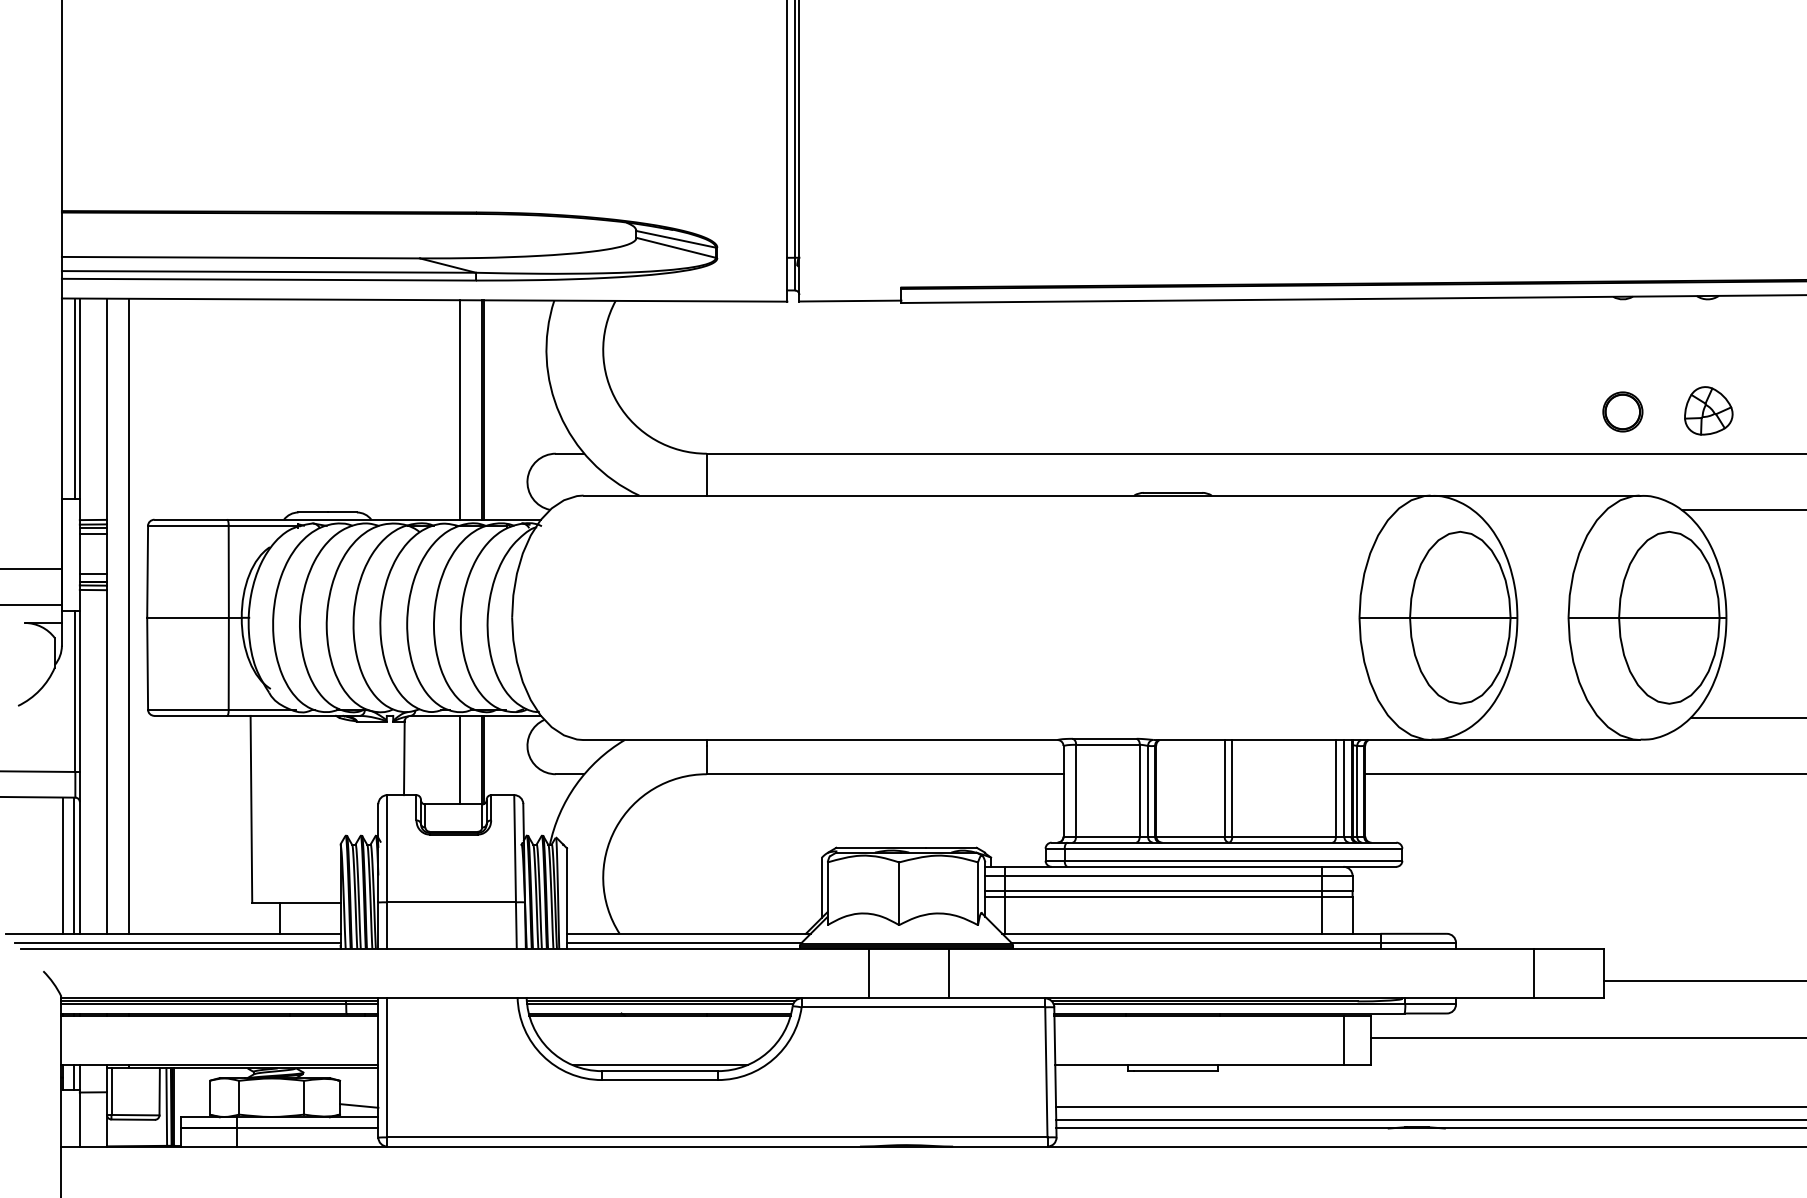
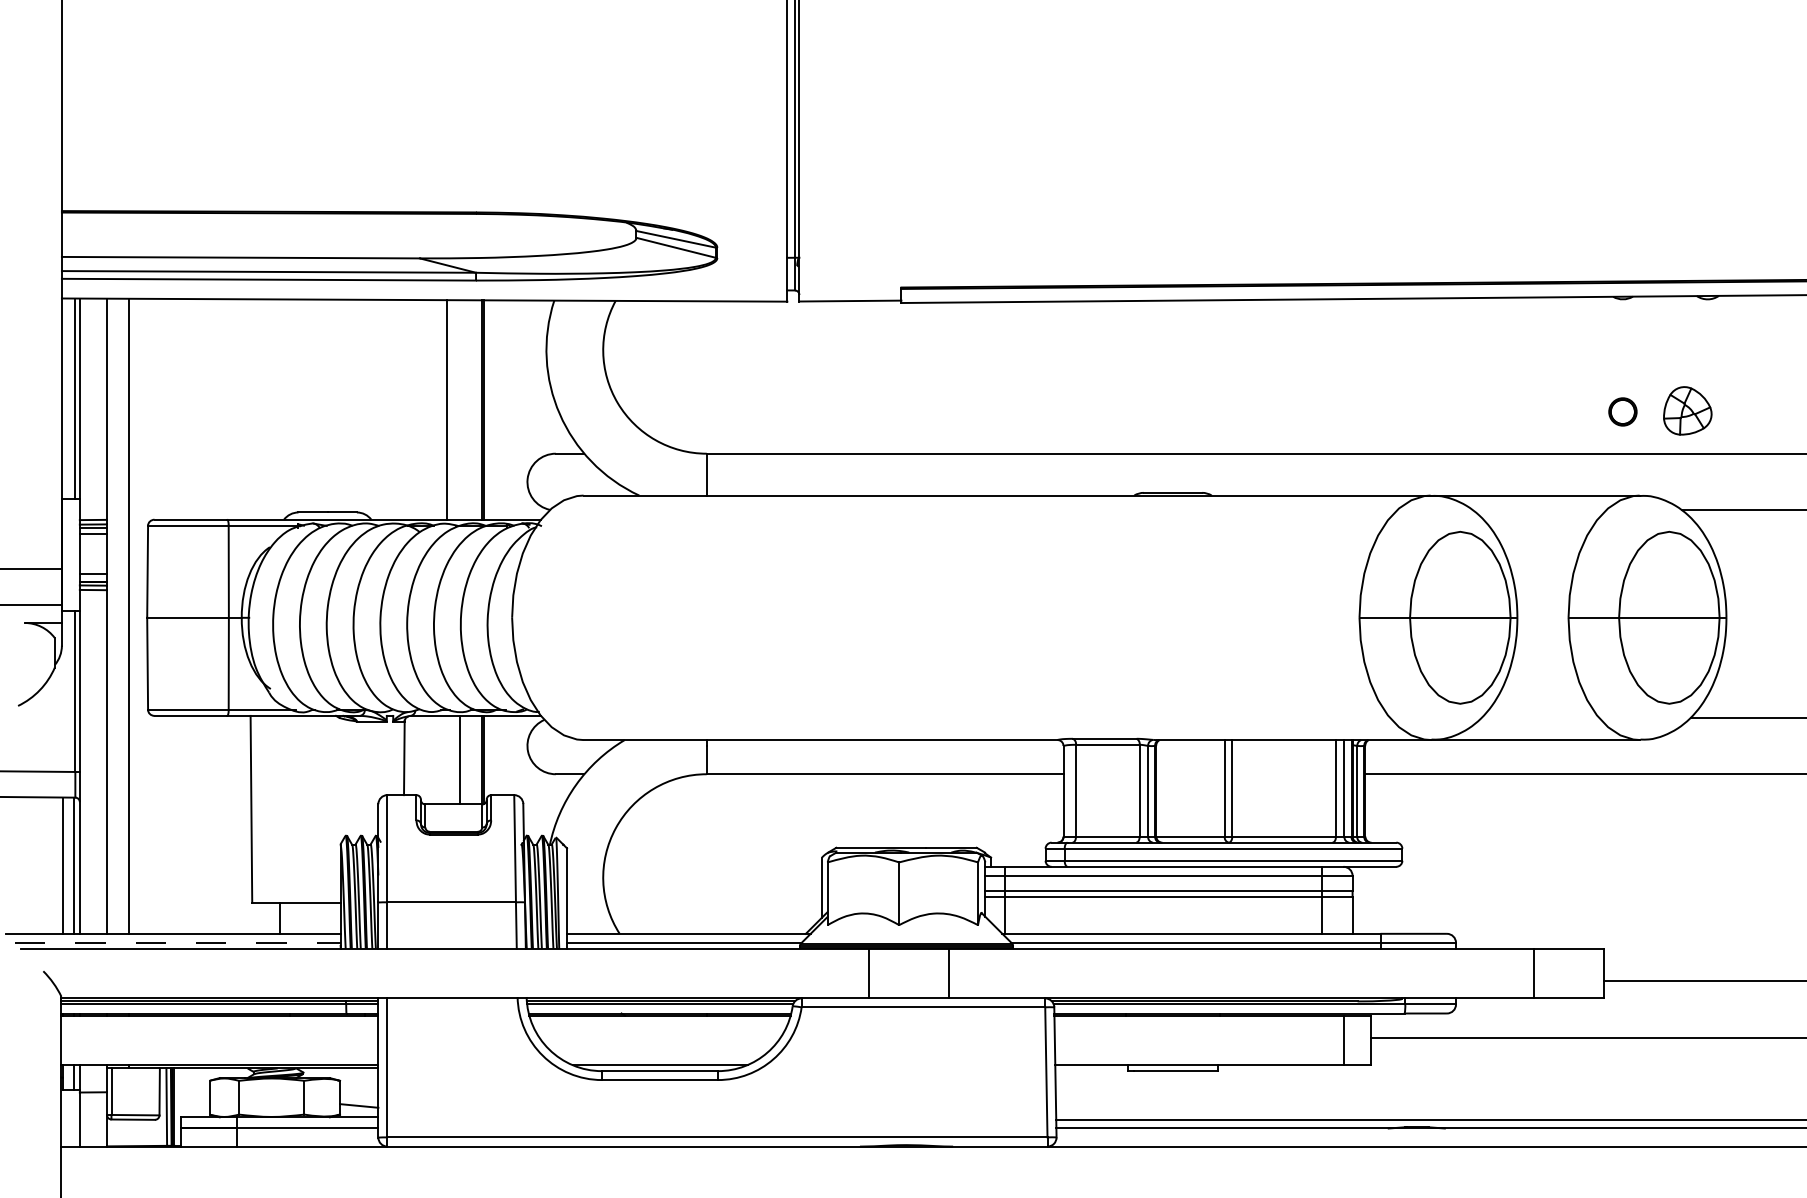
line at (460, 409) position: (460, 409) -> (447, 409)
part at (1708, 410) position: (1708, 410) -> (1687, 410)
part at (1622, 411) size: 42x42 px -> 30x30 px
line at (177, 942): solid -> dashed
line at (1429, 1107): present -> none
